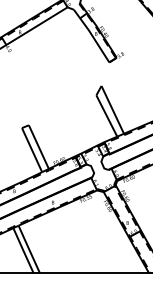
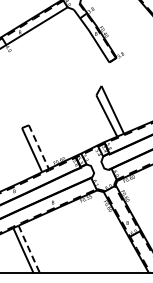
line at (39, 147): solid -> dashed
line at (28, 248): solid -> dashed
